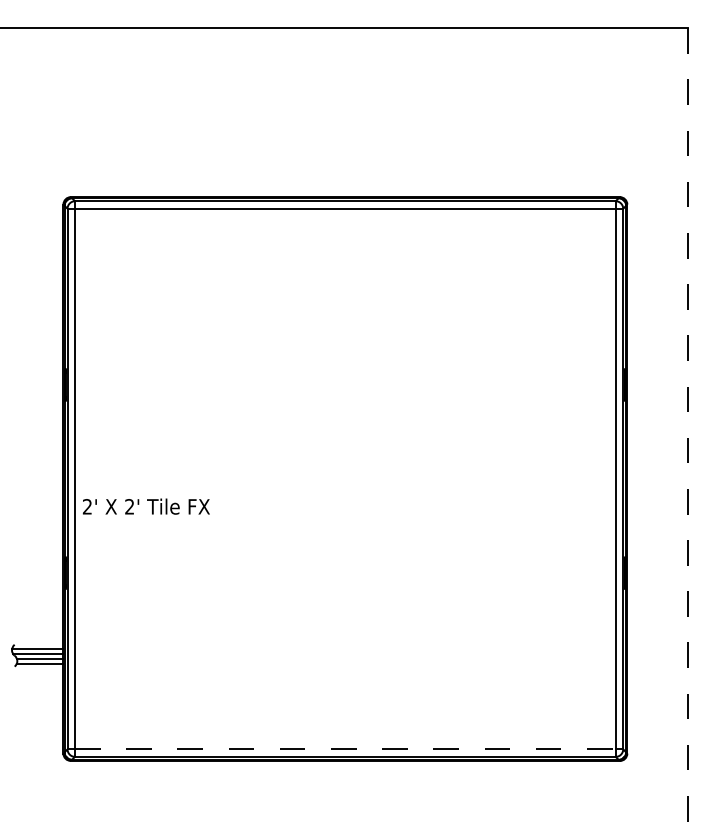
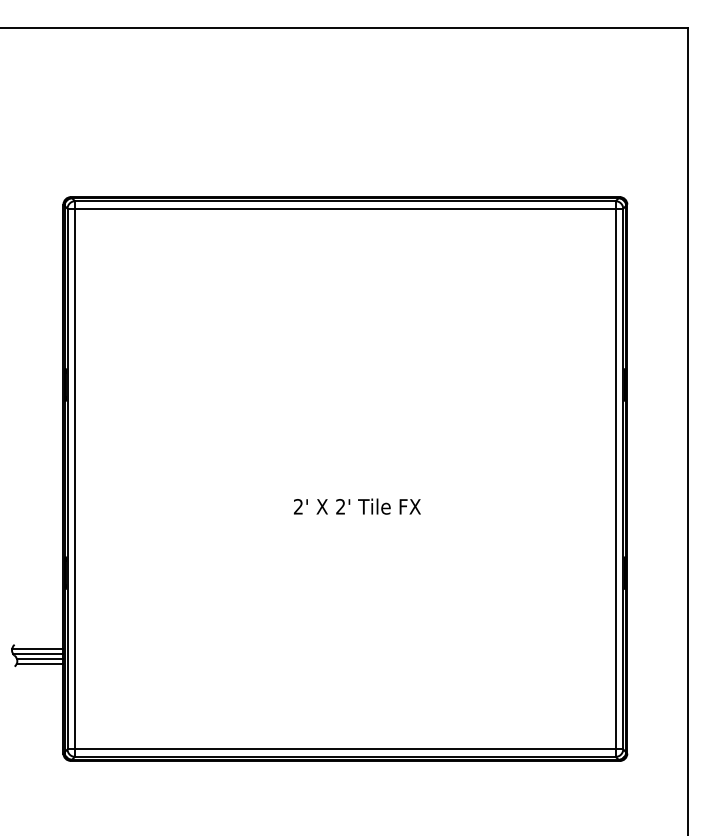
line at (687, 431): dashed -> solid
text at (146, 506) position: (146, 506) -> (357, 506)
line at (345, 749): dashed -> solid
